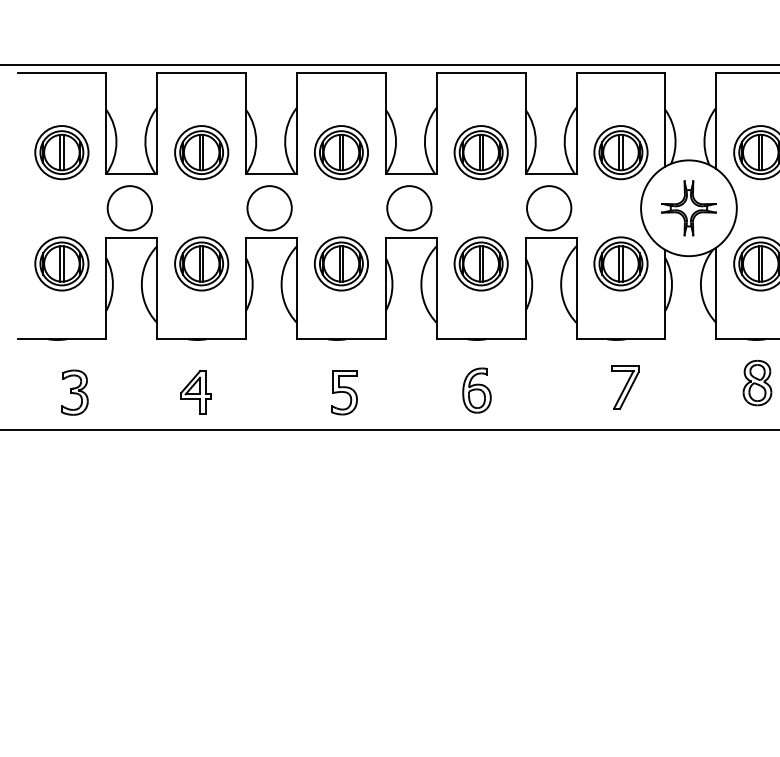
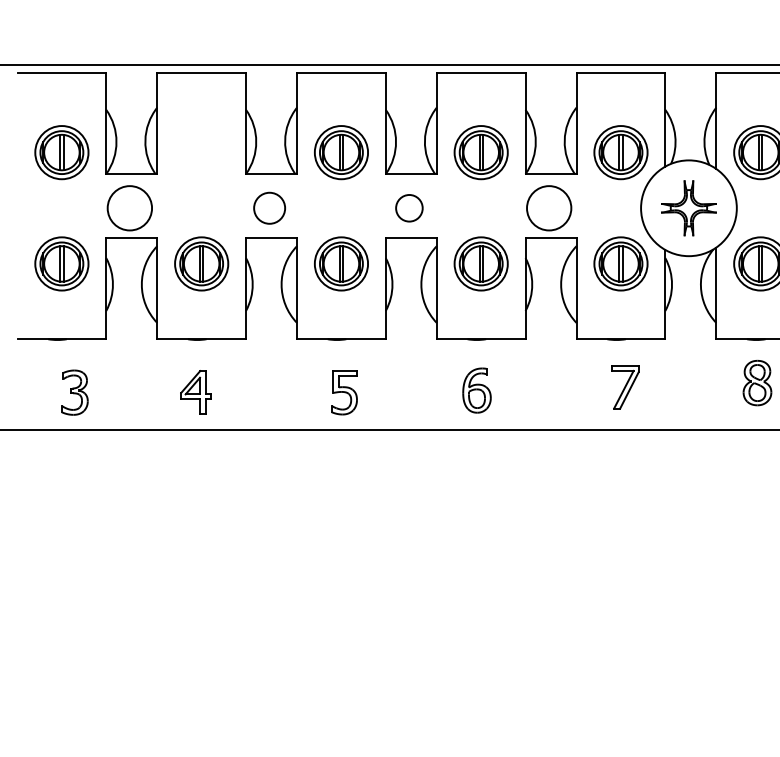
part at (201, 152): present -> none
circle at (269, 208) diameter: 44 px -> 31 px
circle at (409, 208) diameter: 44 px -> 27 px
